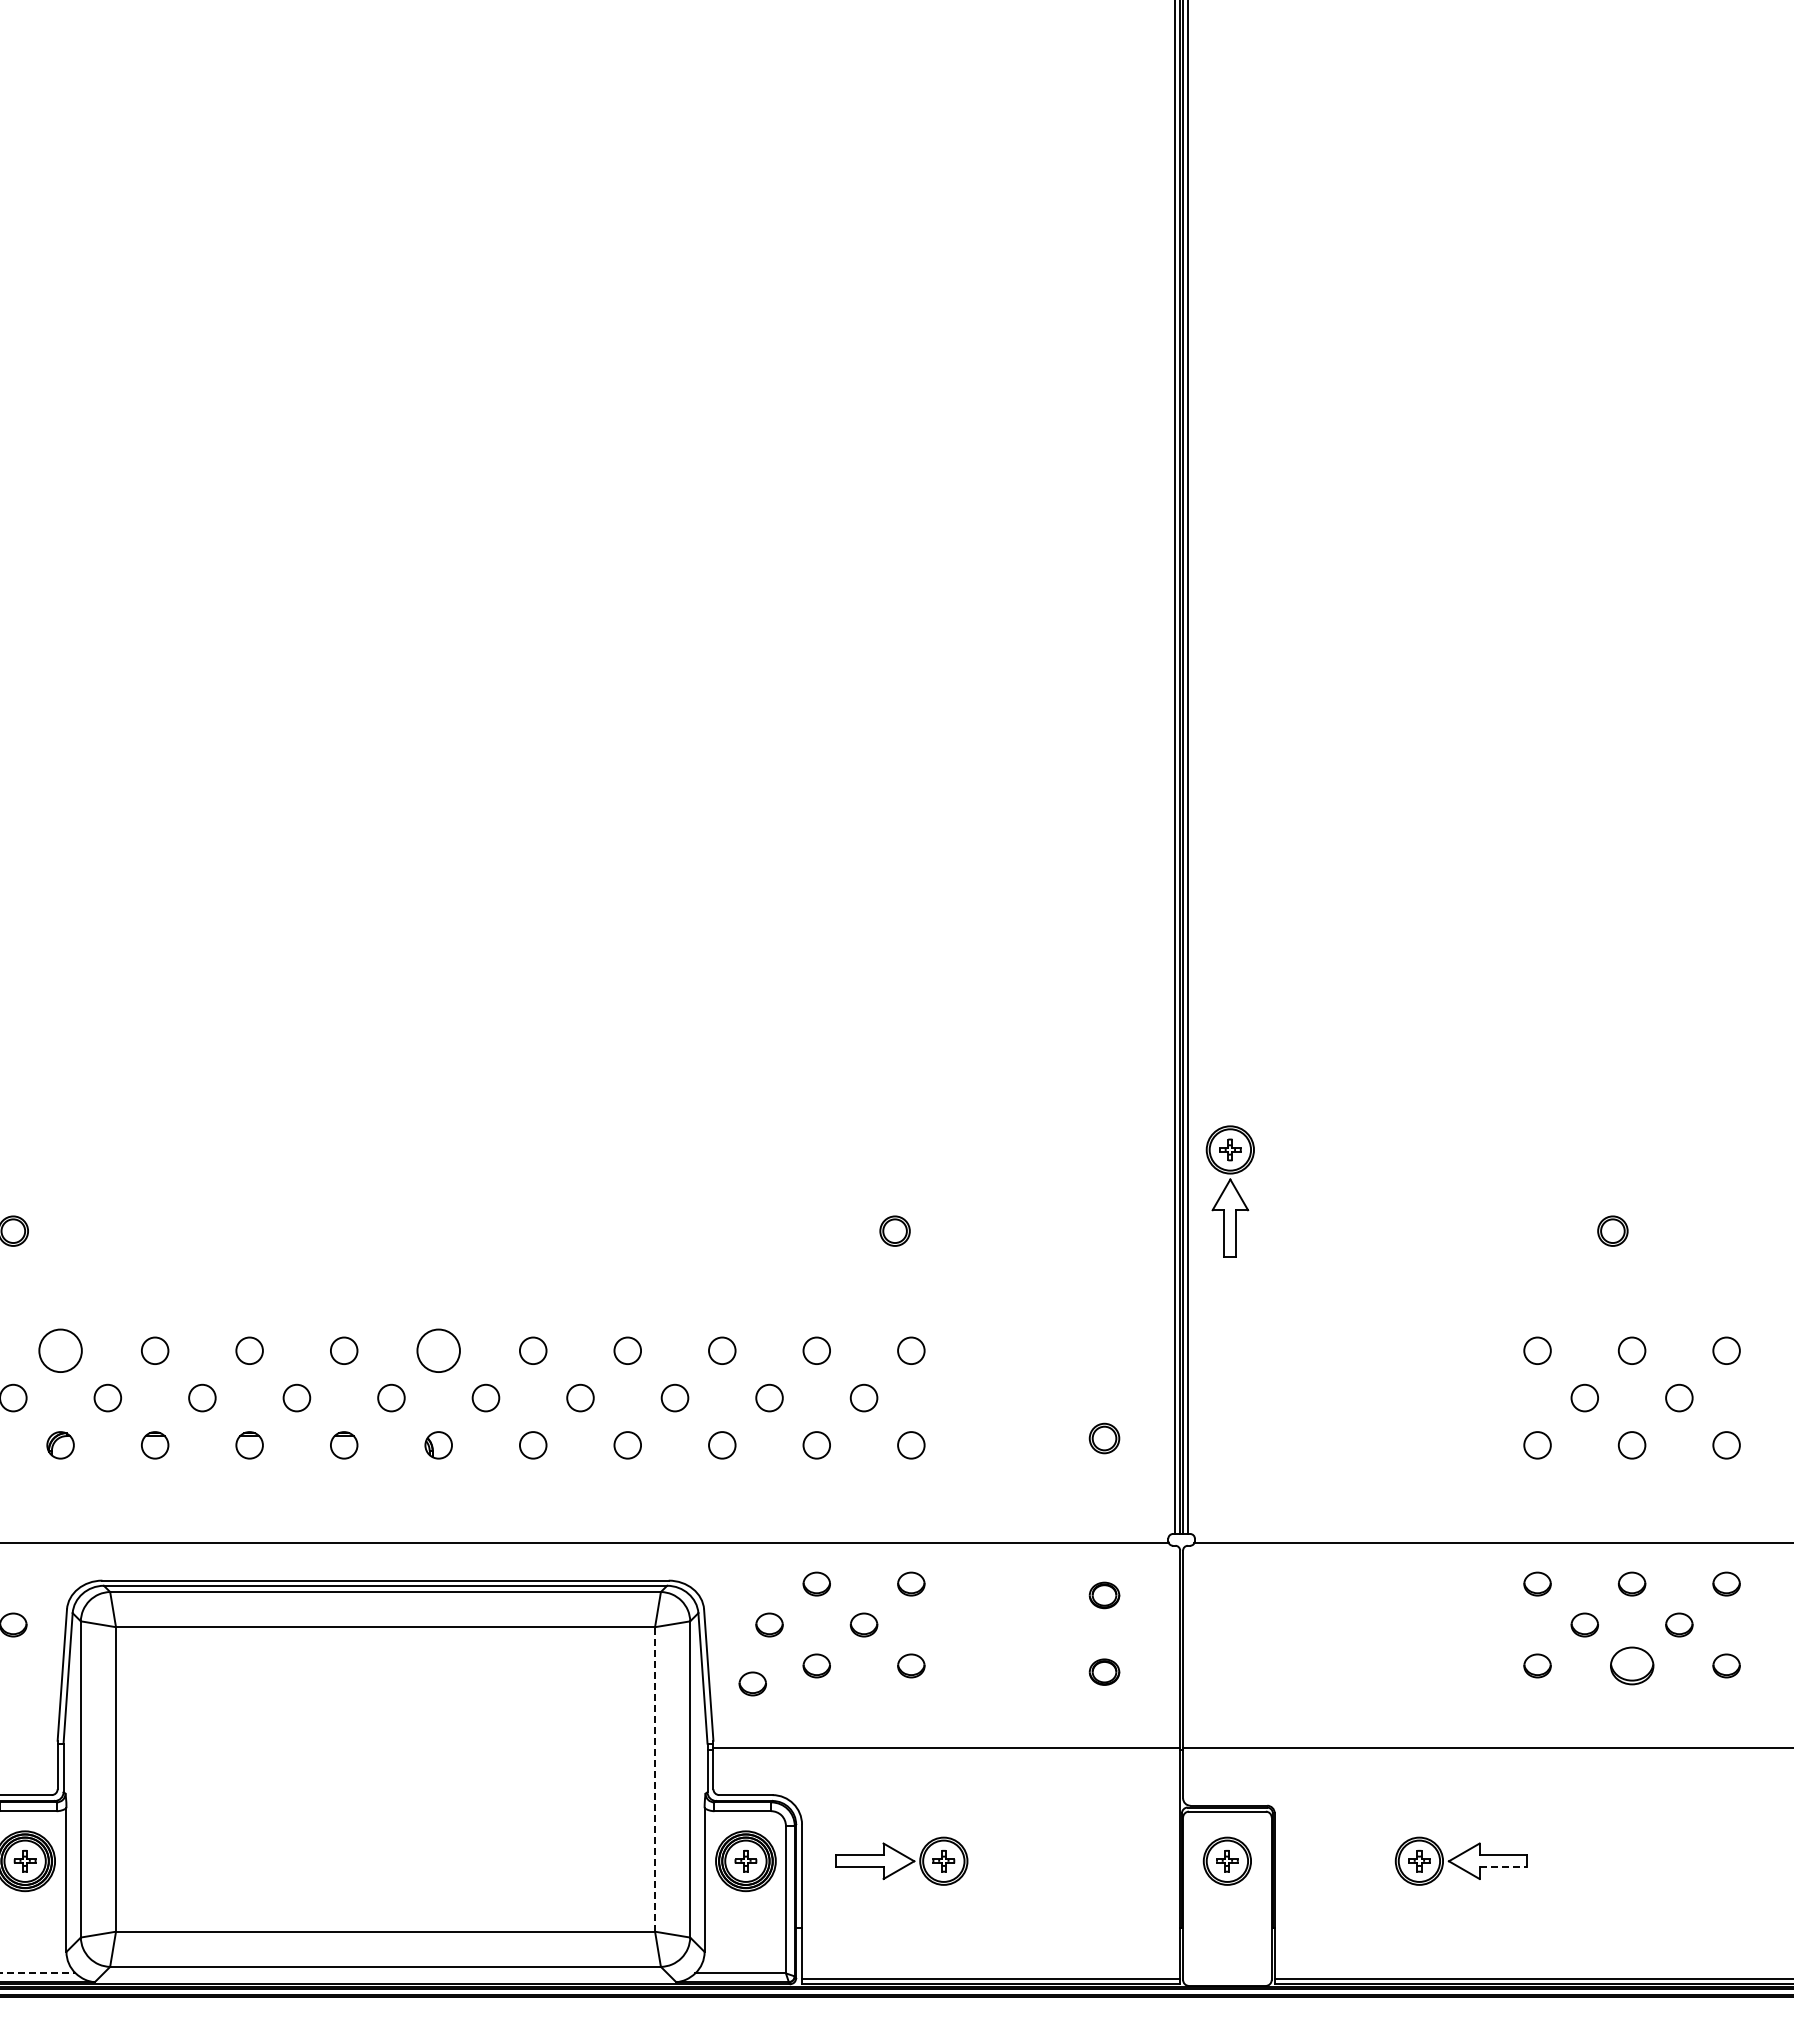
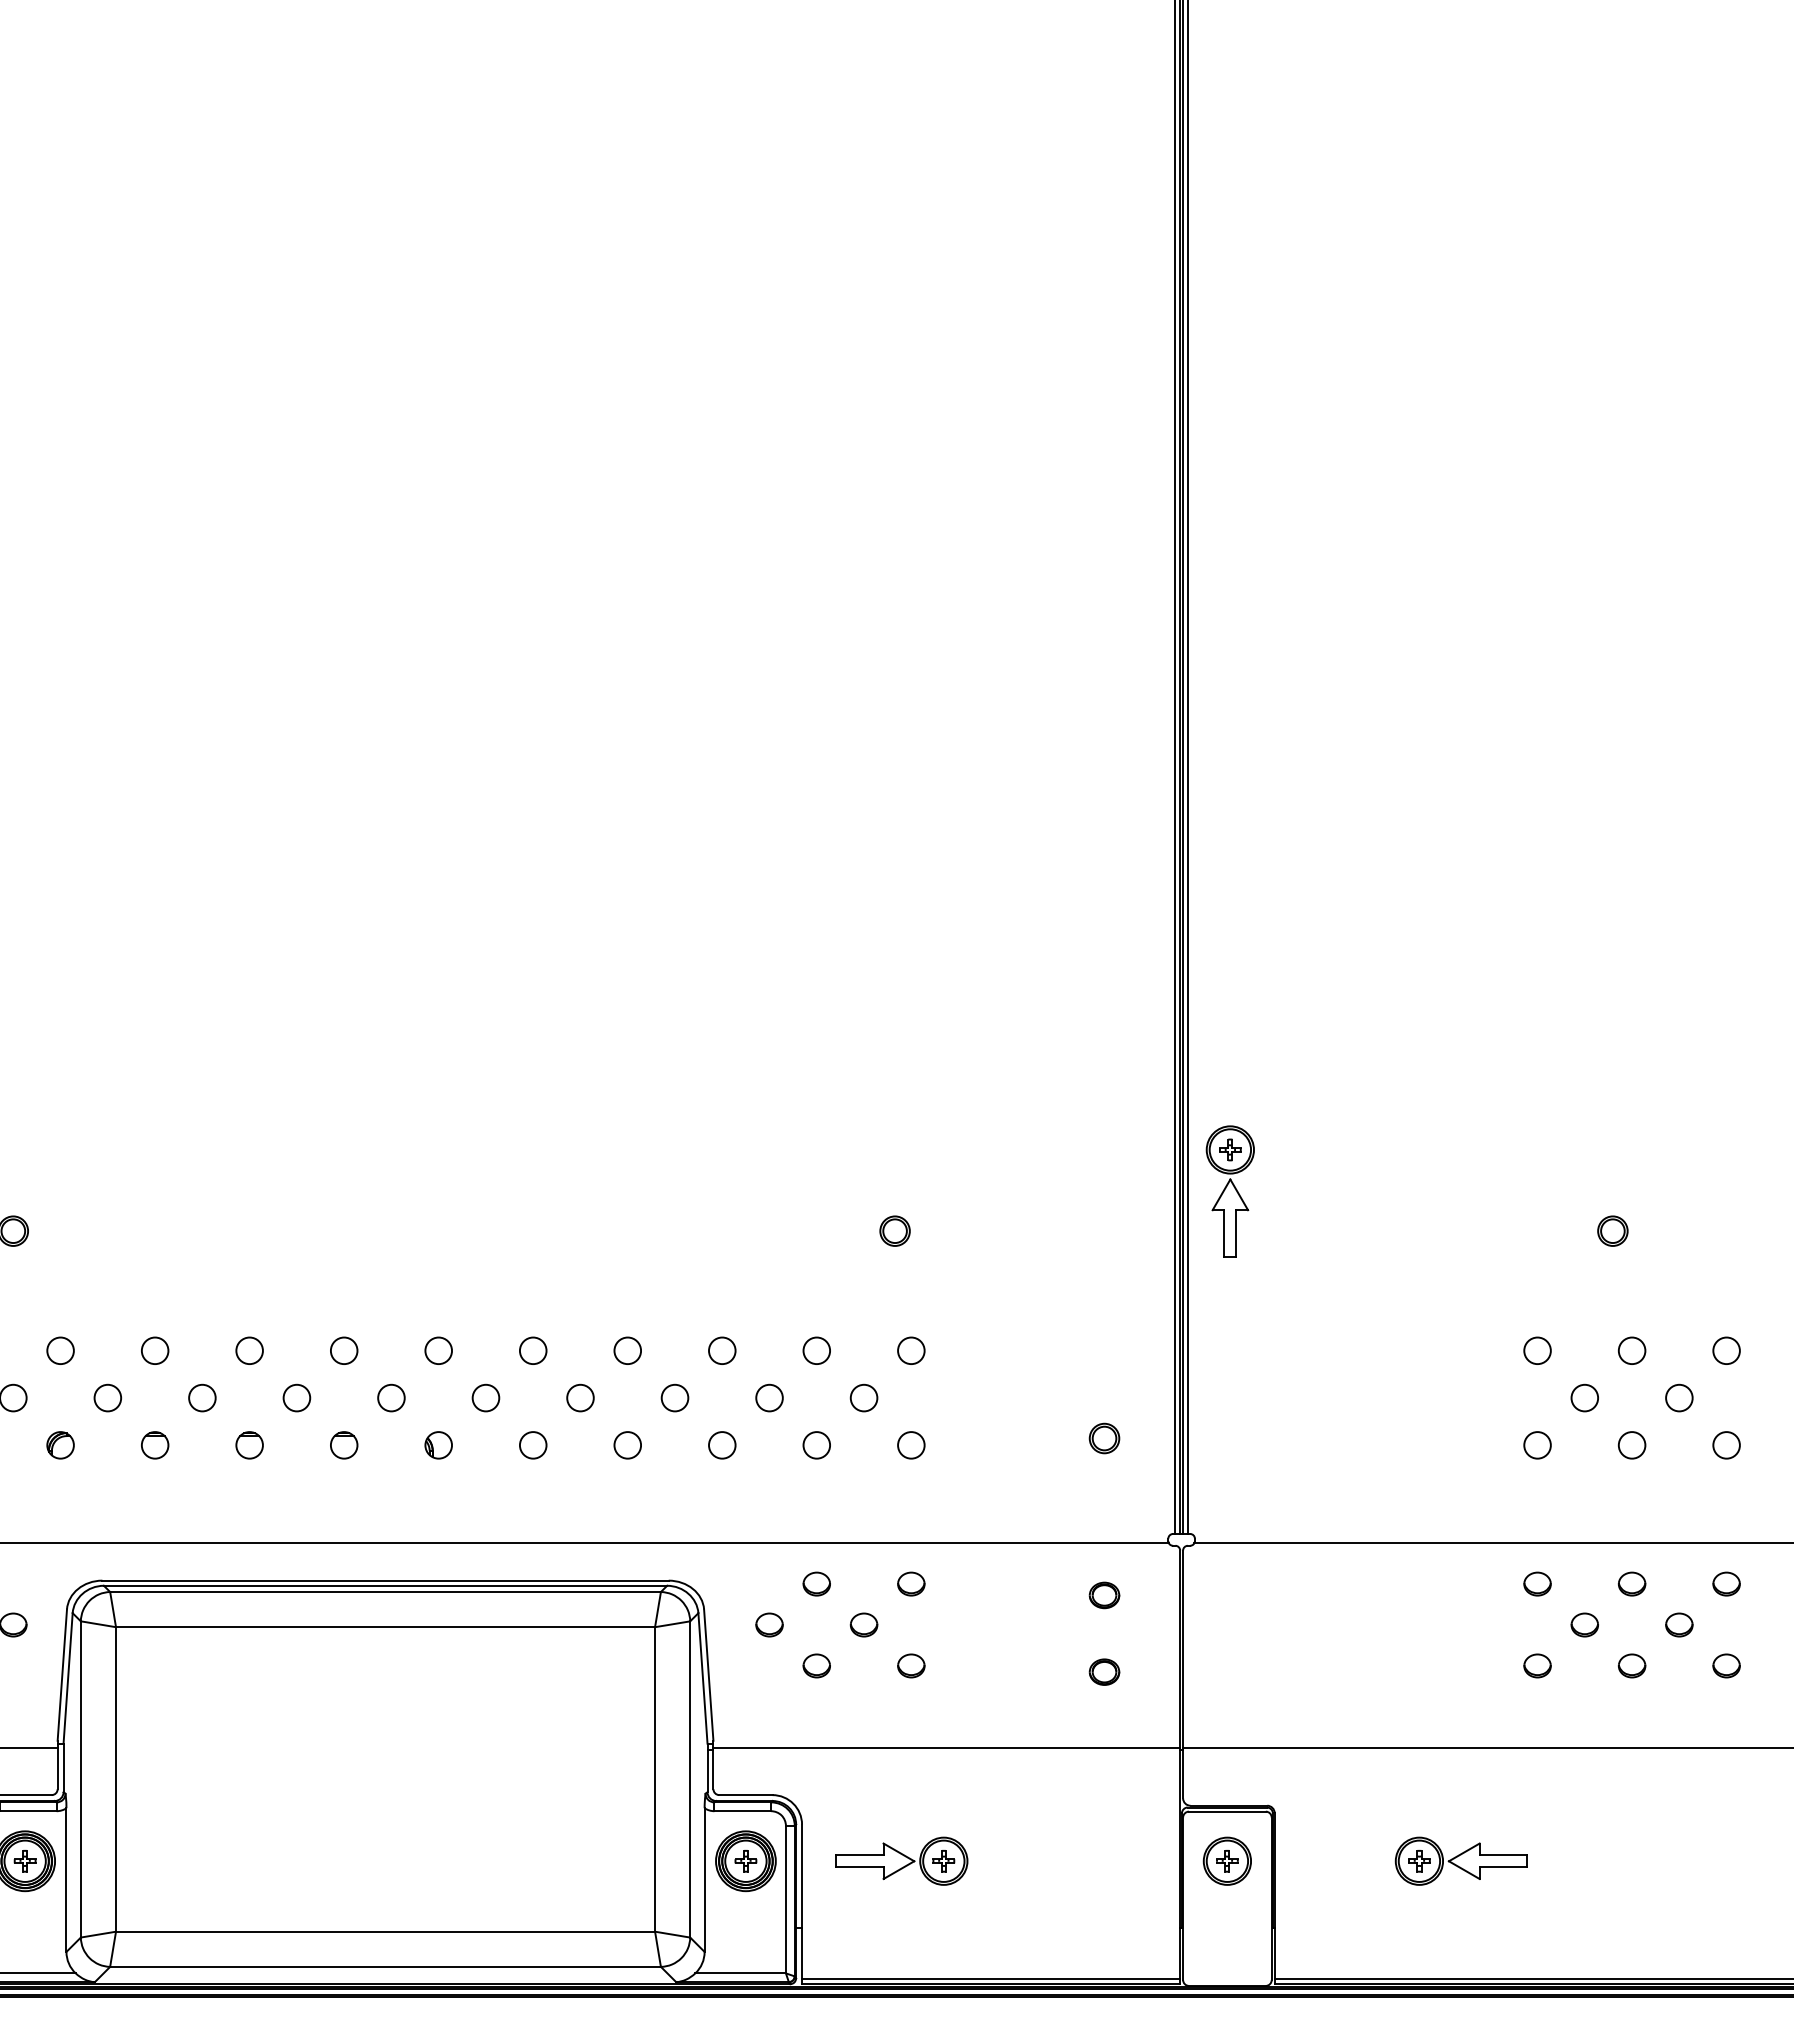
circle at (60, 1350) diameter: 43 px -> 27 px
circle at (438, 1350) diameter: 43 px -> 27 px
part at (1632, 1665) size: 45x40 px -> 30x26 px
part at (752, 1683): present -> none
line at (29, 1747): none -> present
line at (655, 1778): dashed -> solid
line at (1503, 1867): dashed -> solid
line at (37, 1973): dashed -> solid
